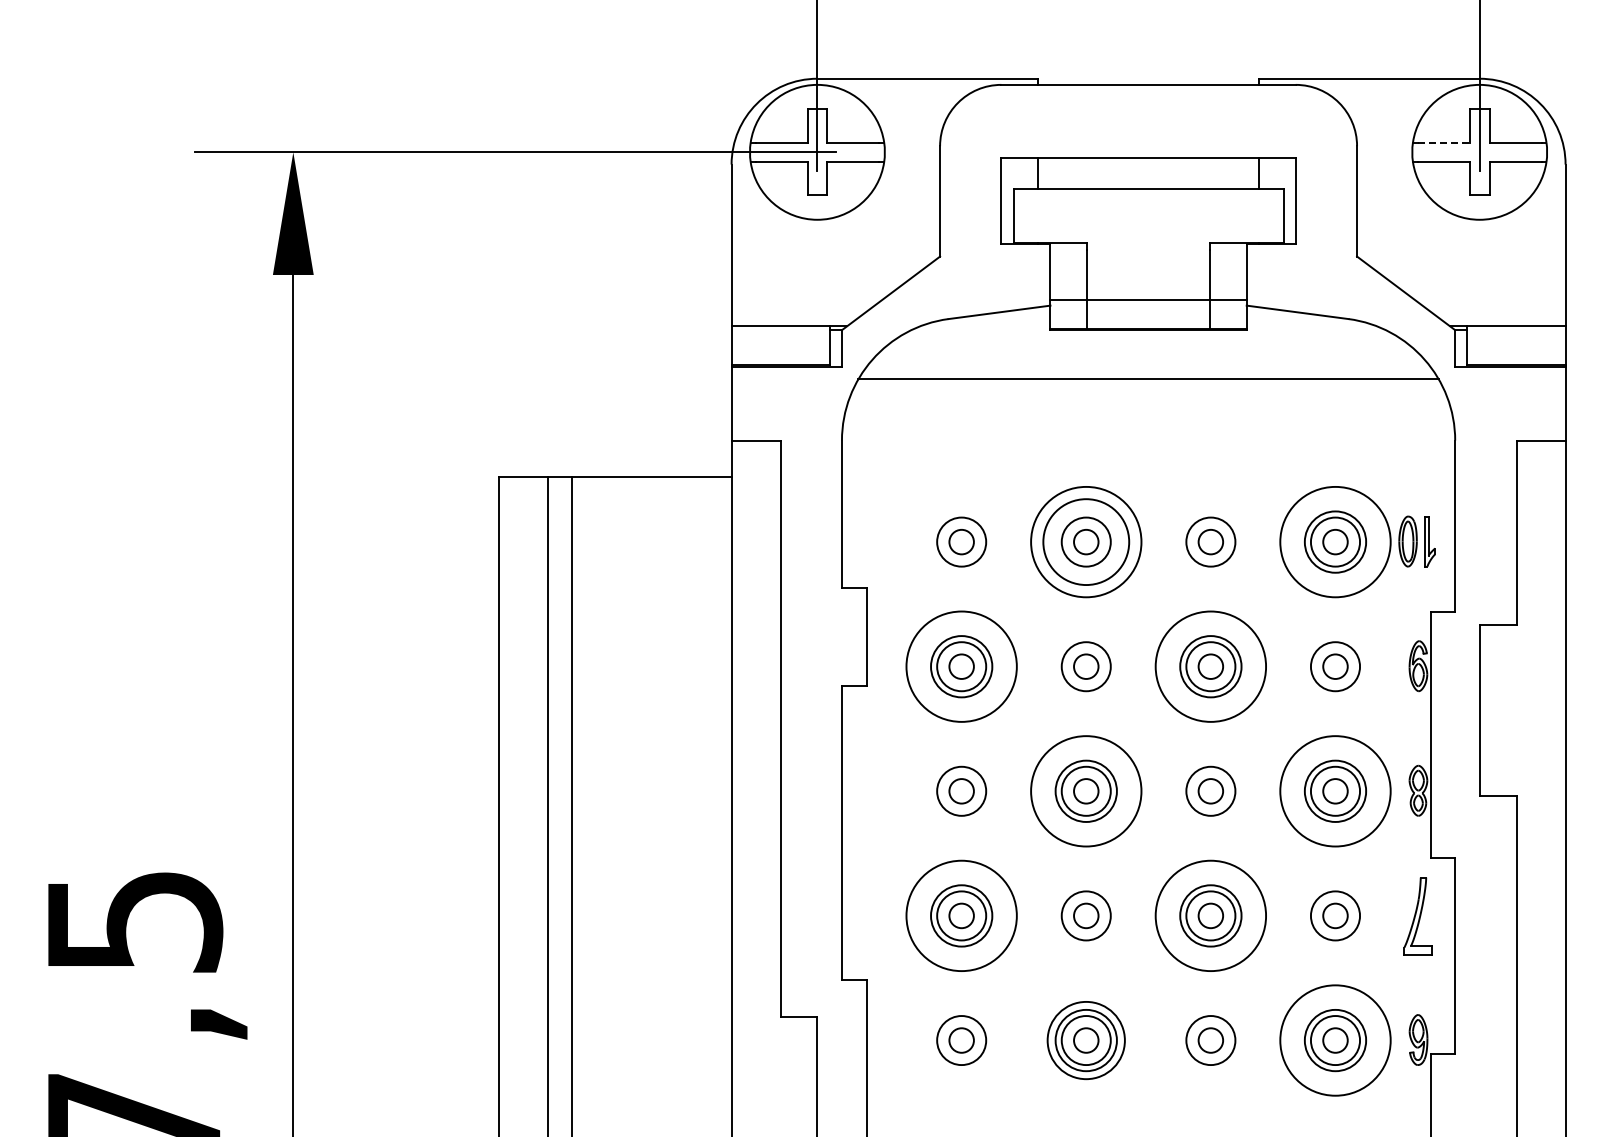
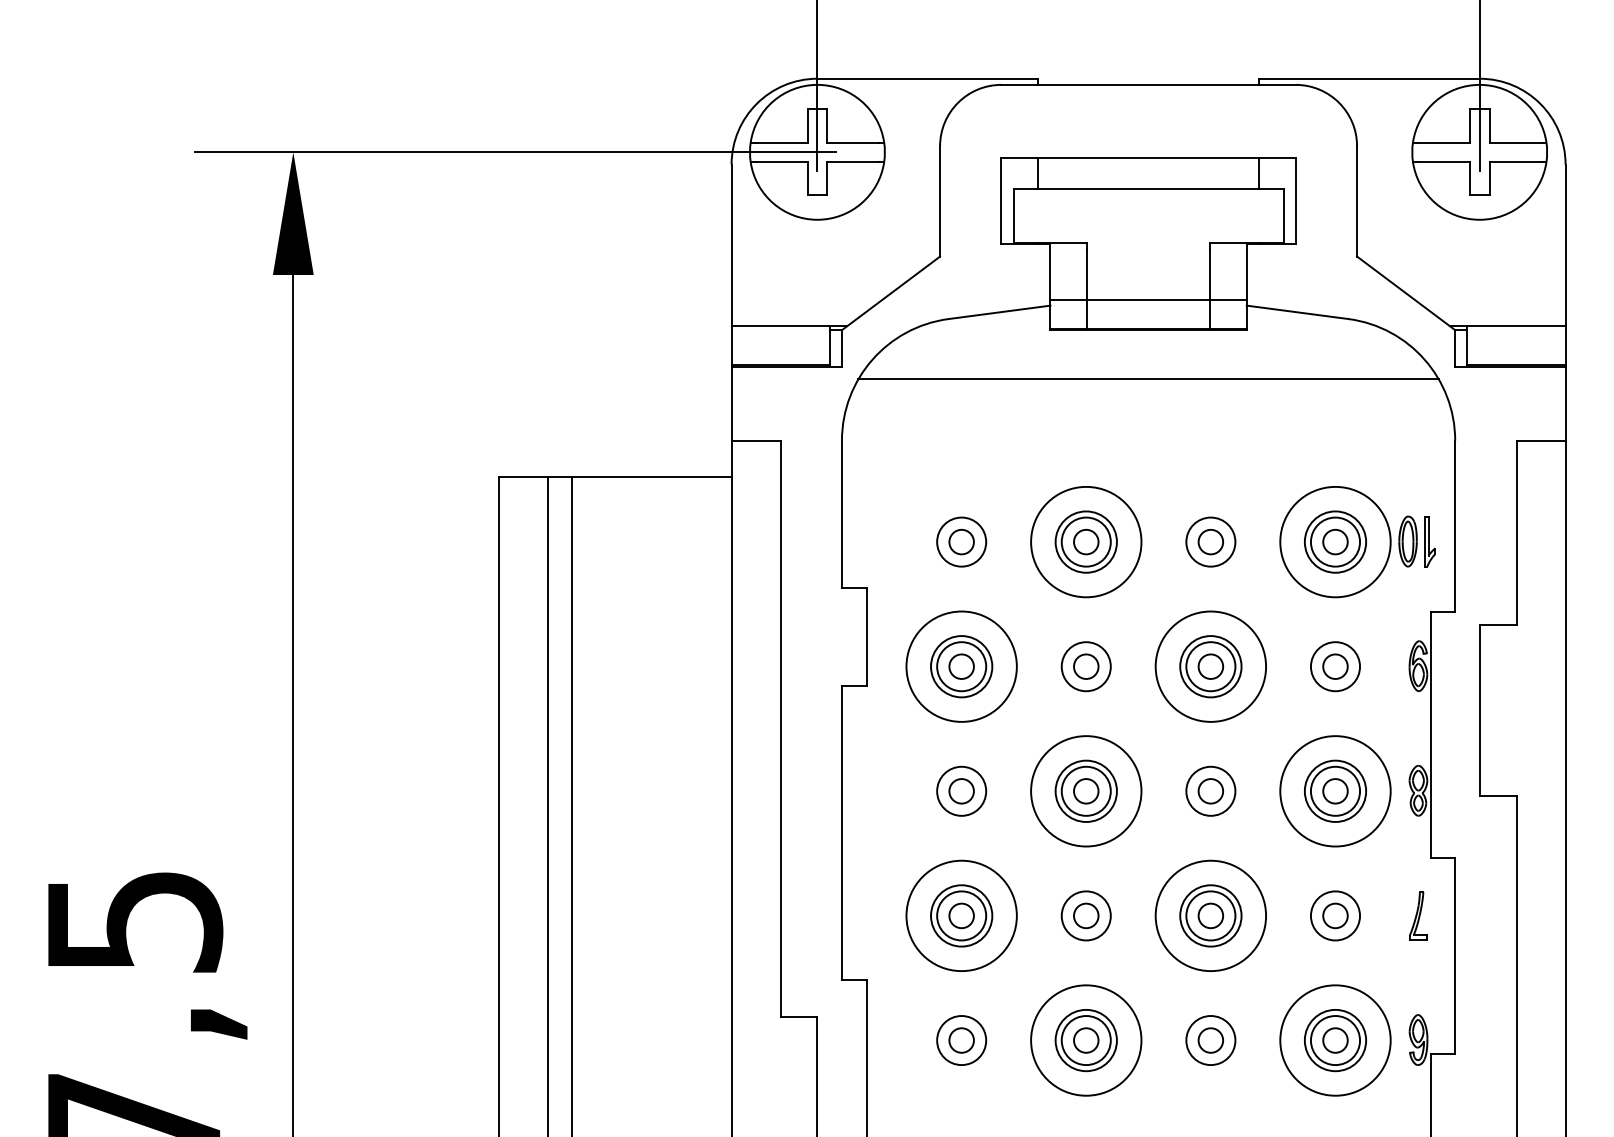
line at (1443, 142): dashed -> solid
circle at (1086, 542) diameter: 86 px -> 61 px
part at (1417, 916) size: 30x79 px -> 19x50 px
circle at (1085, 1040) diameter: 77 px -> 110 px
